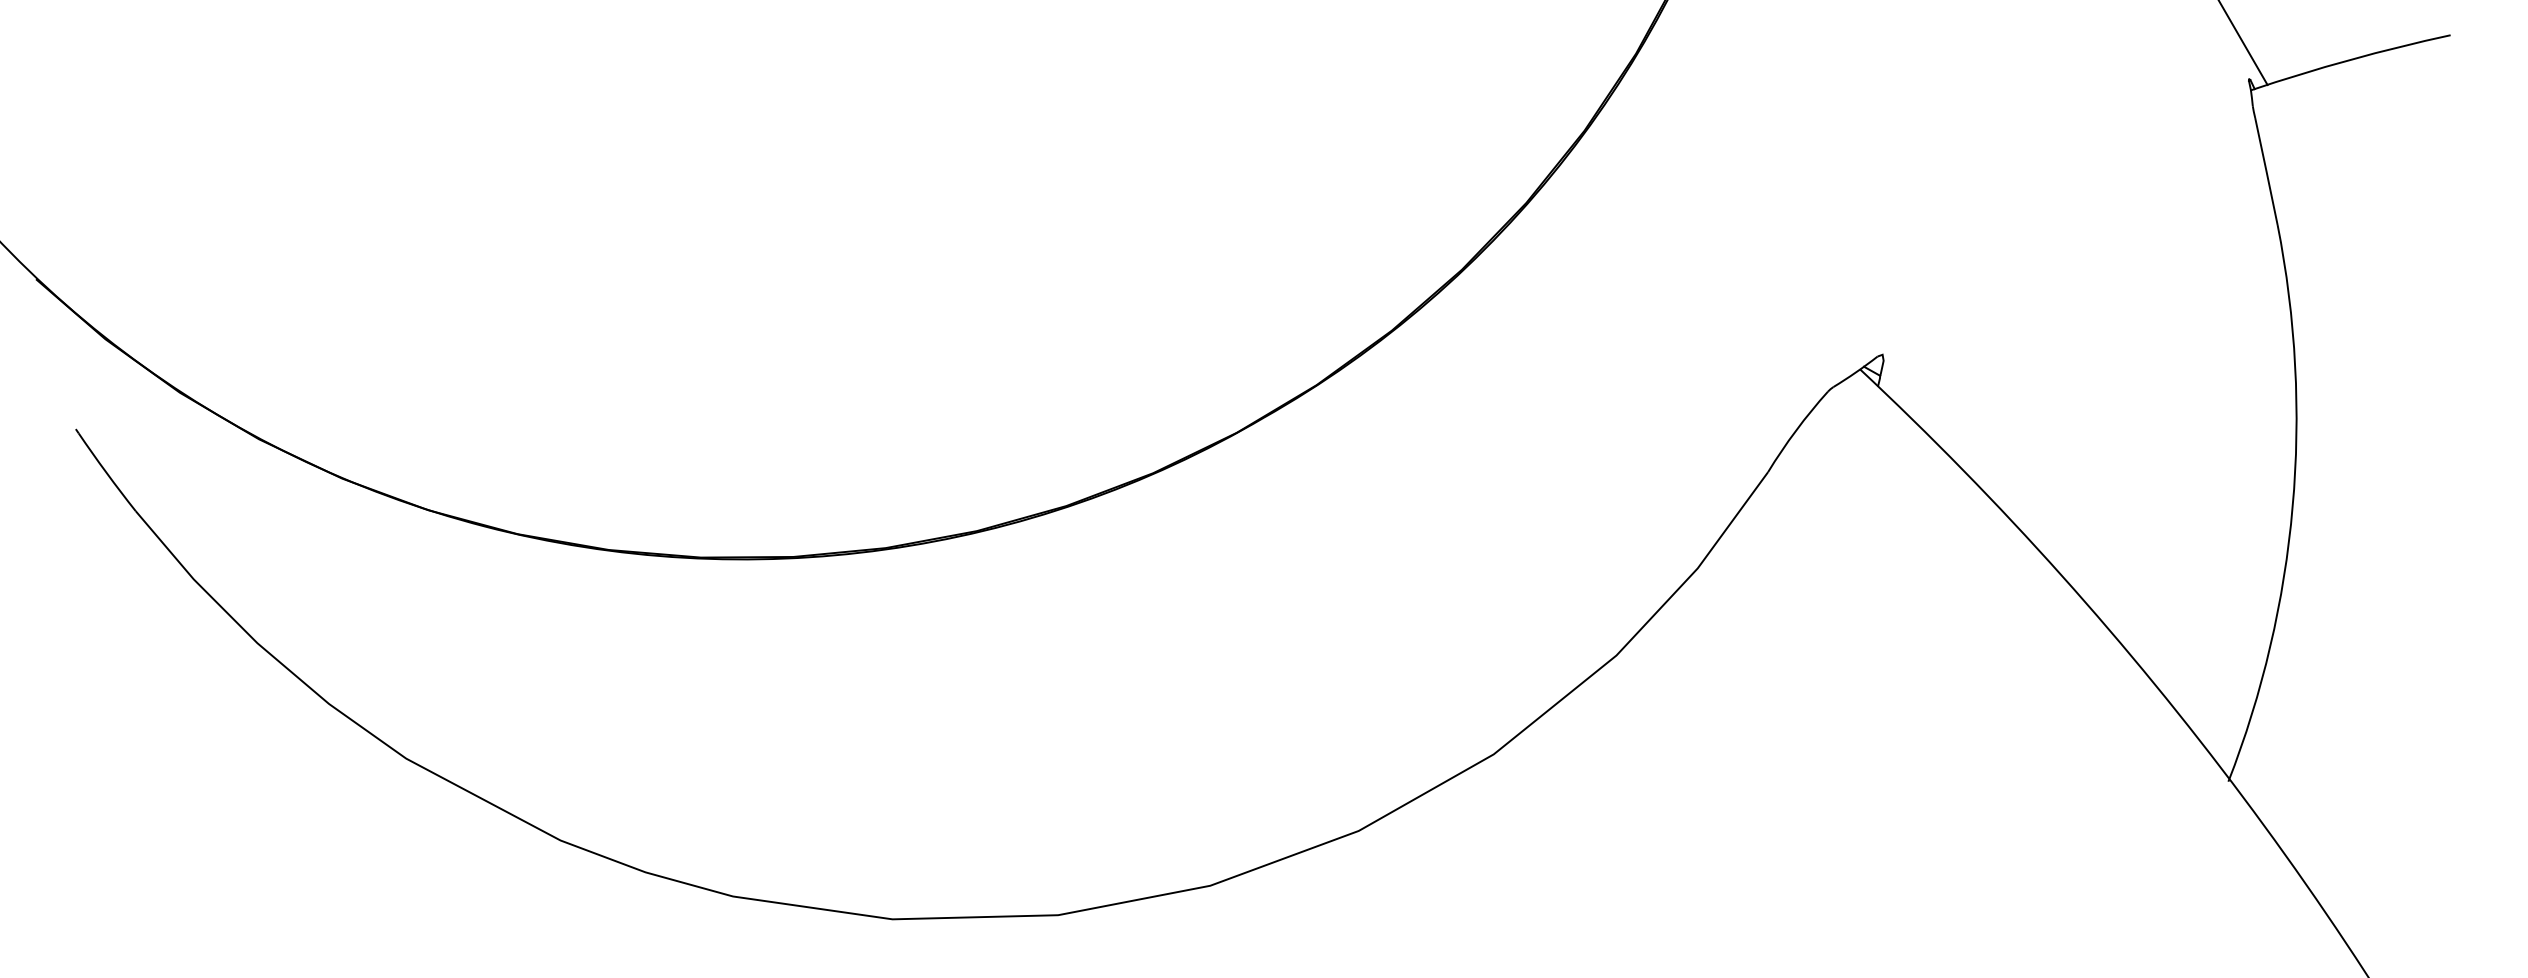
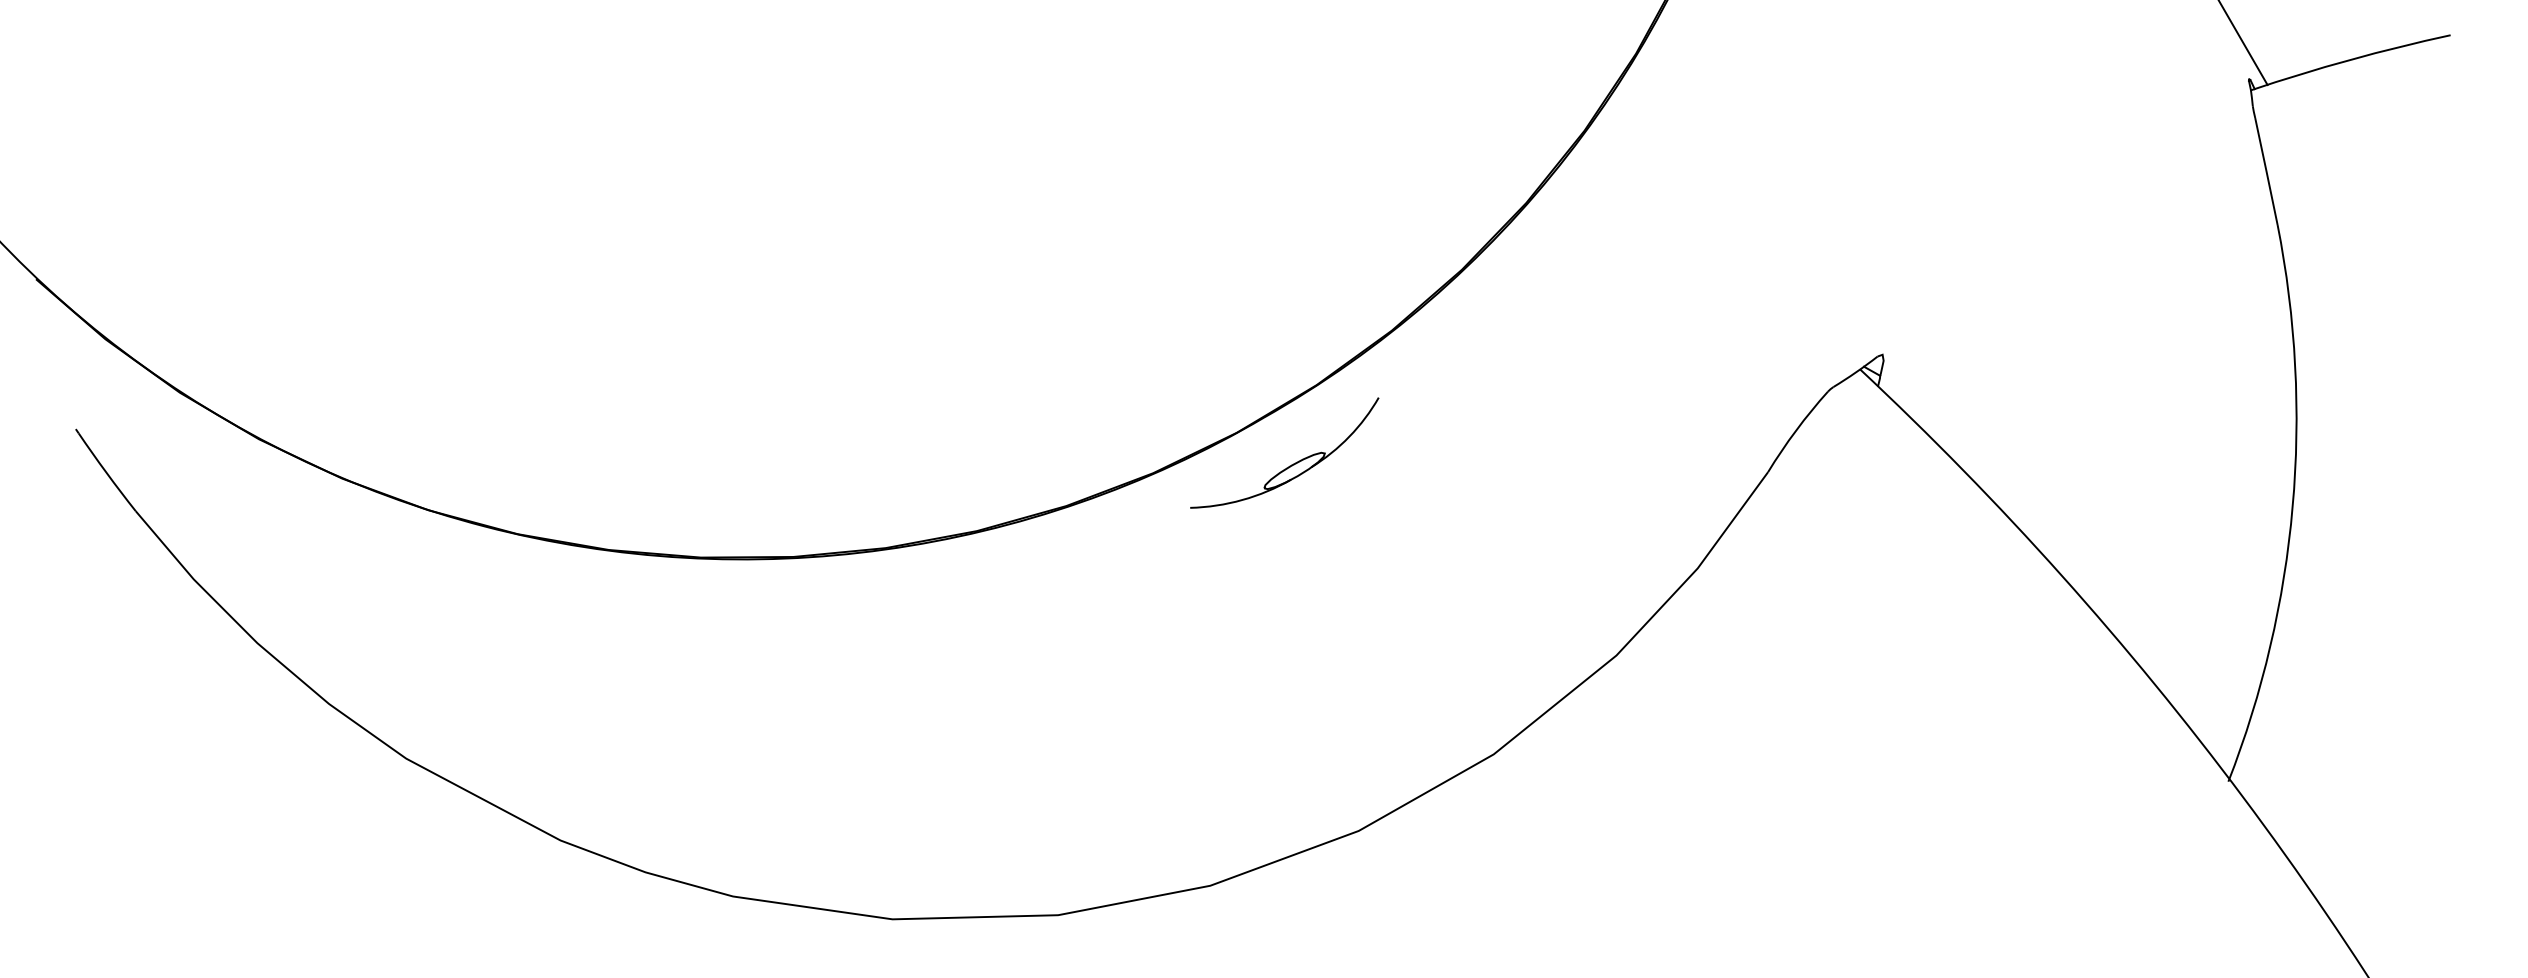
part at (1291, 464): none -> present
